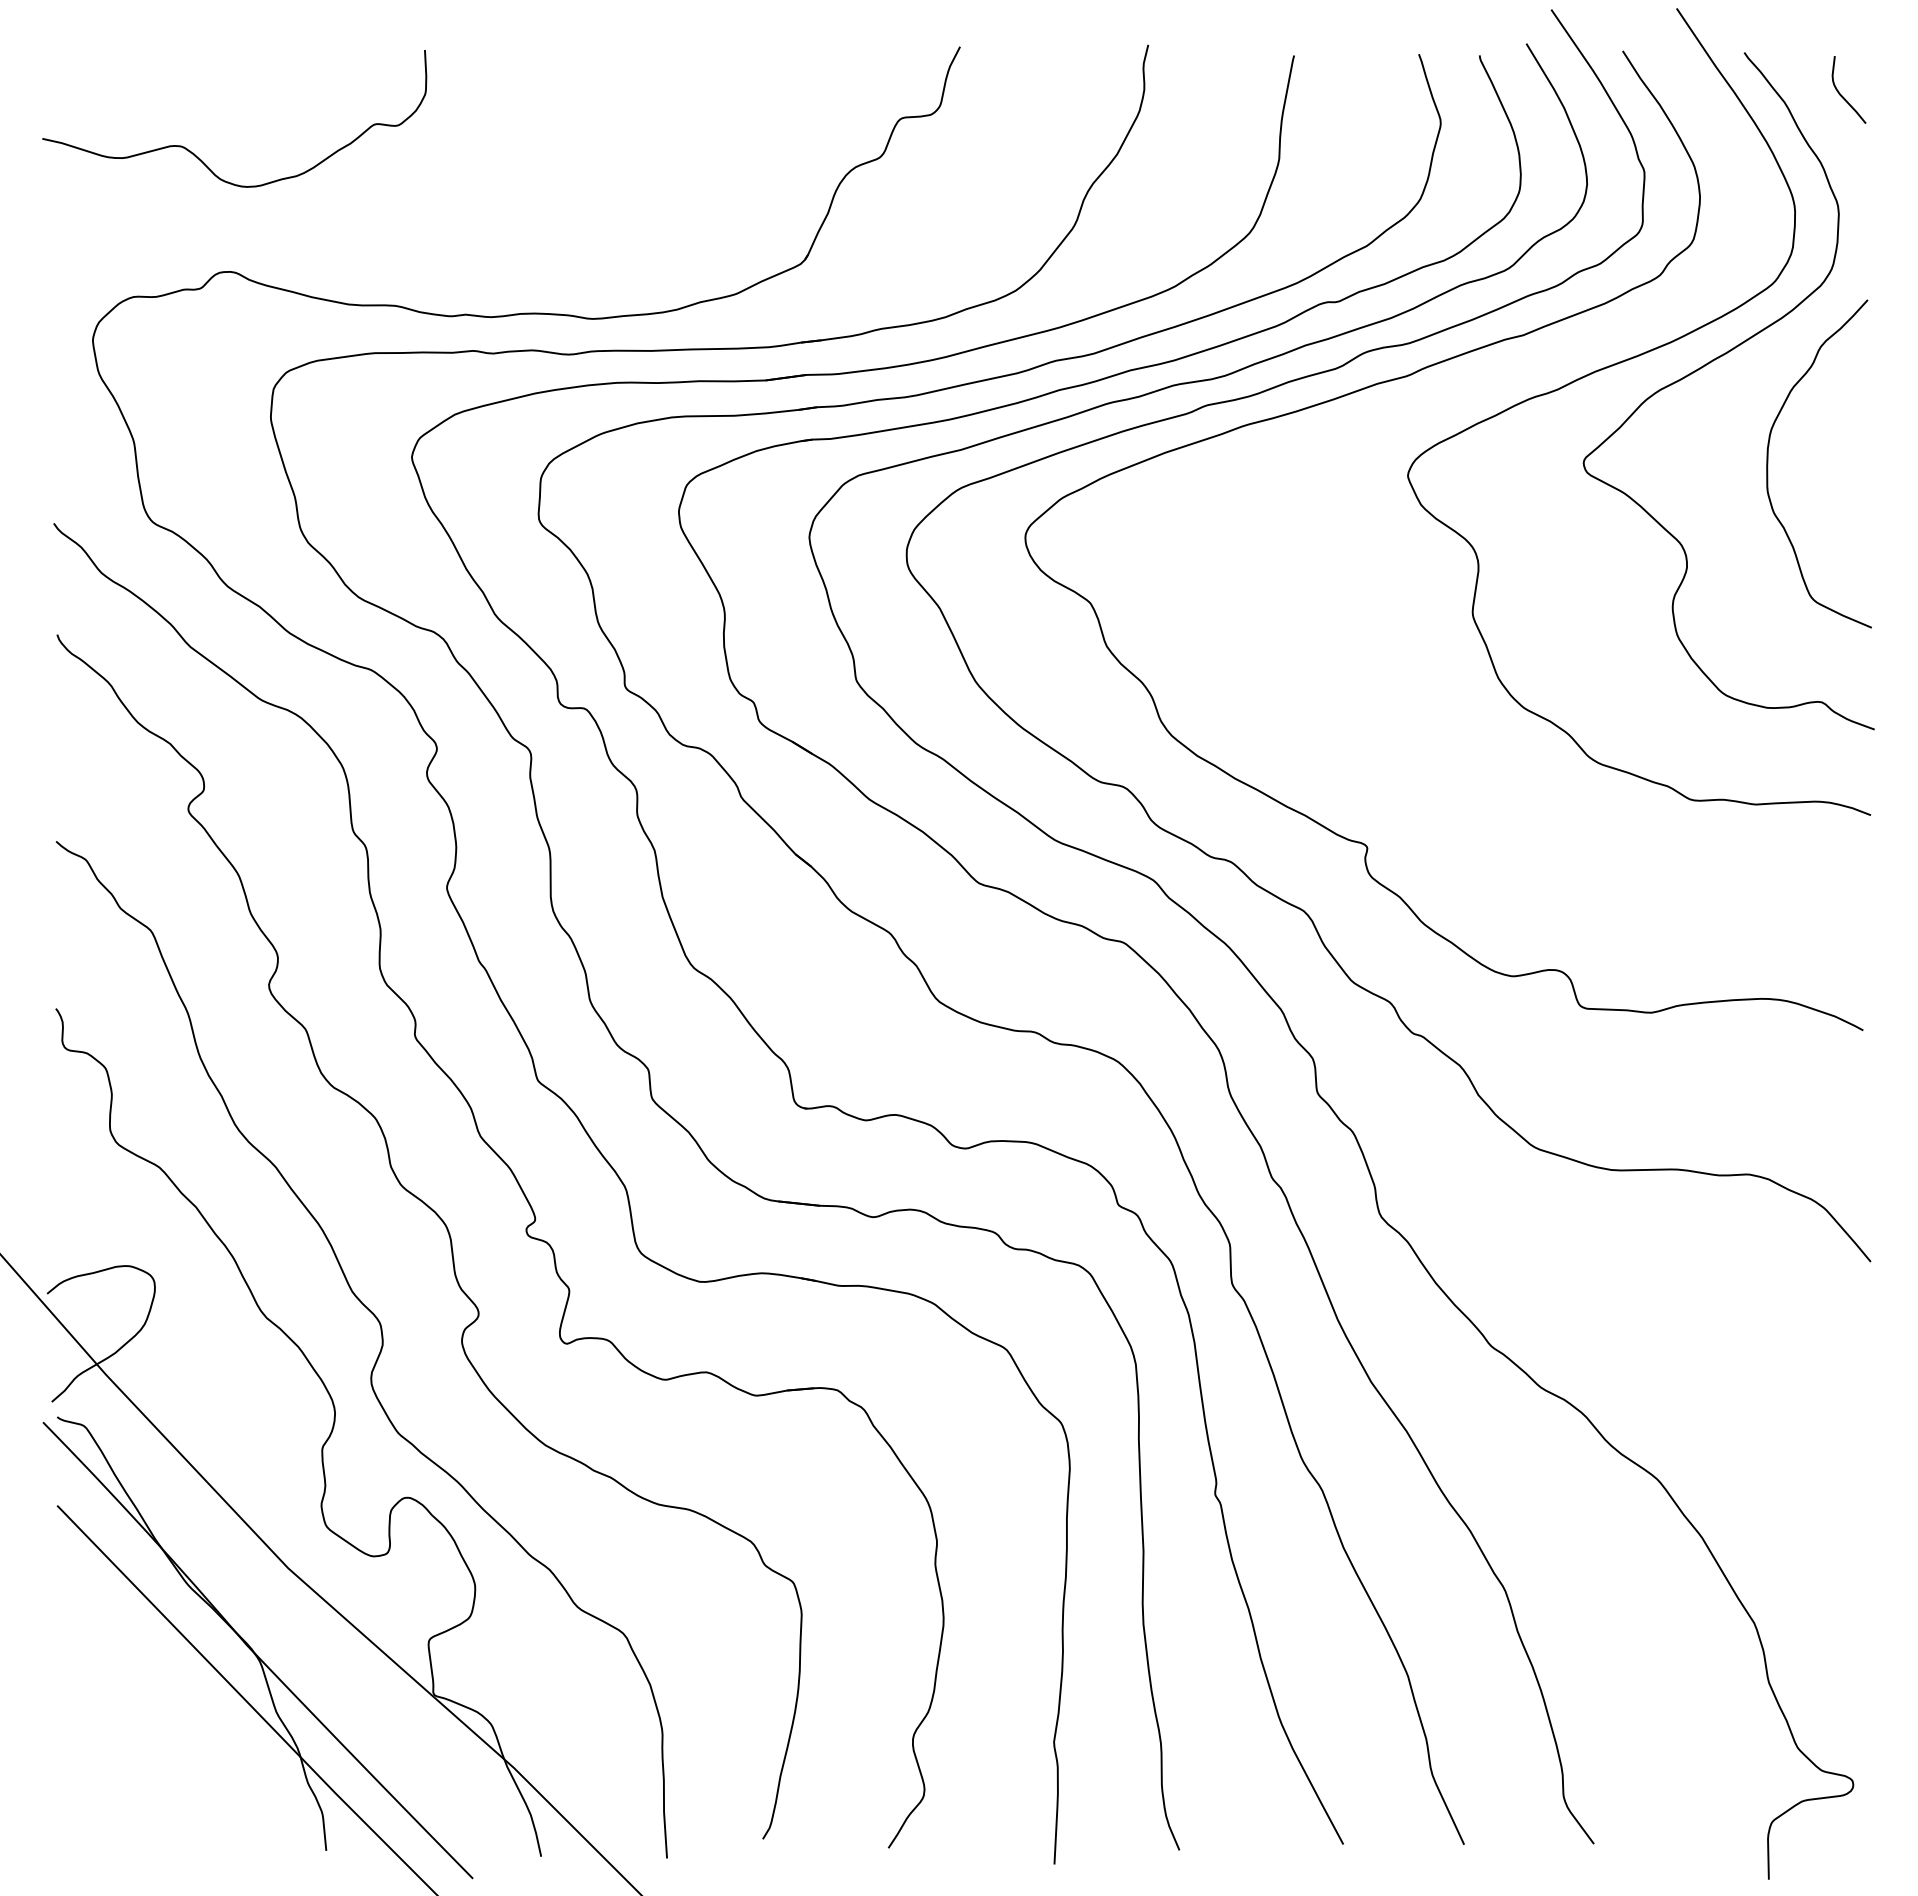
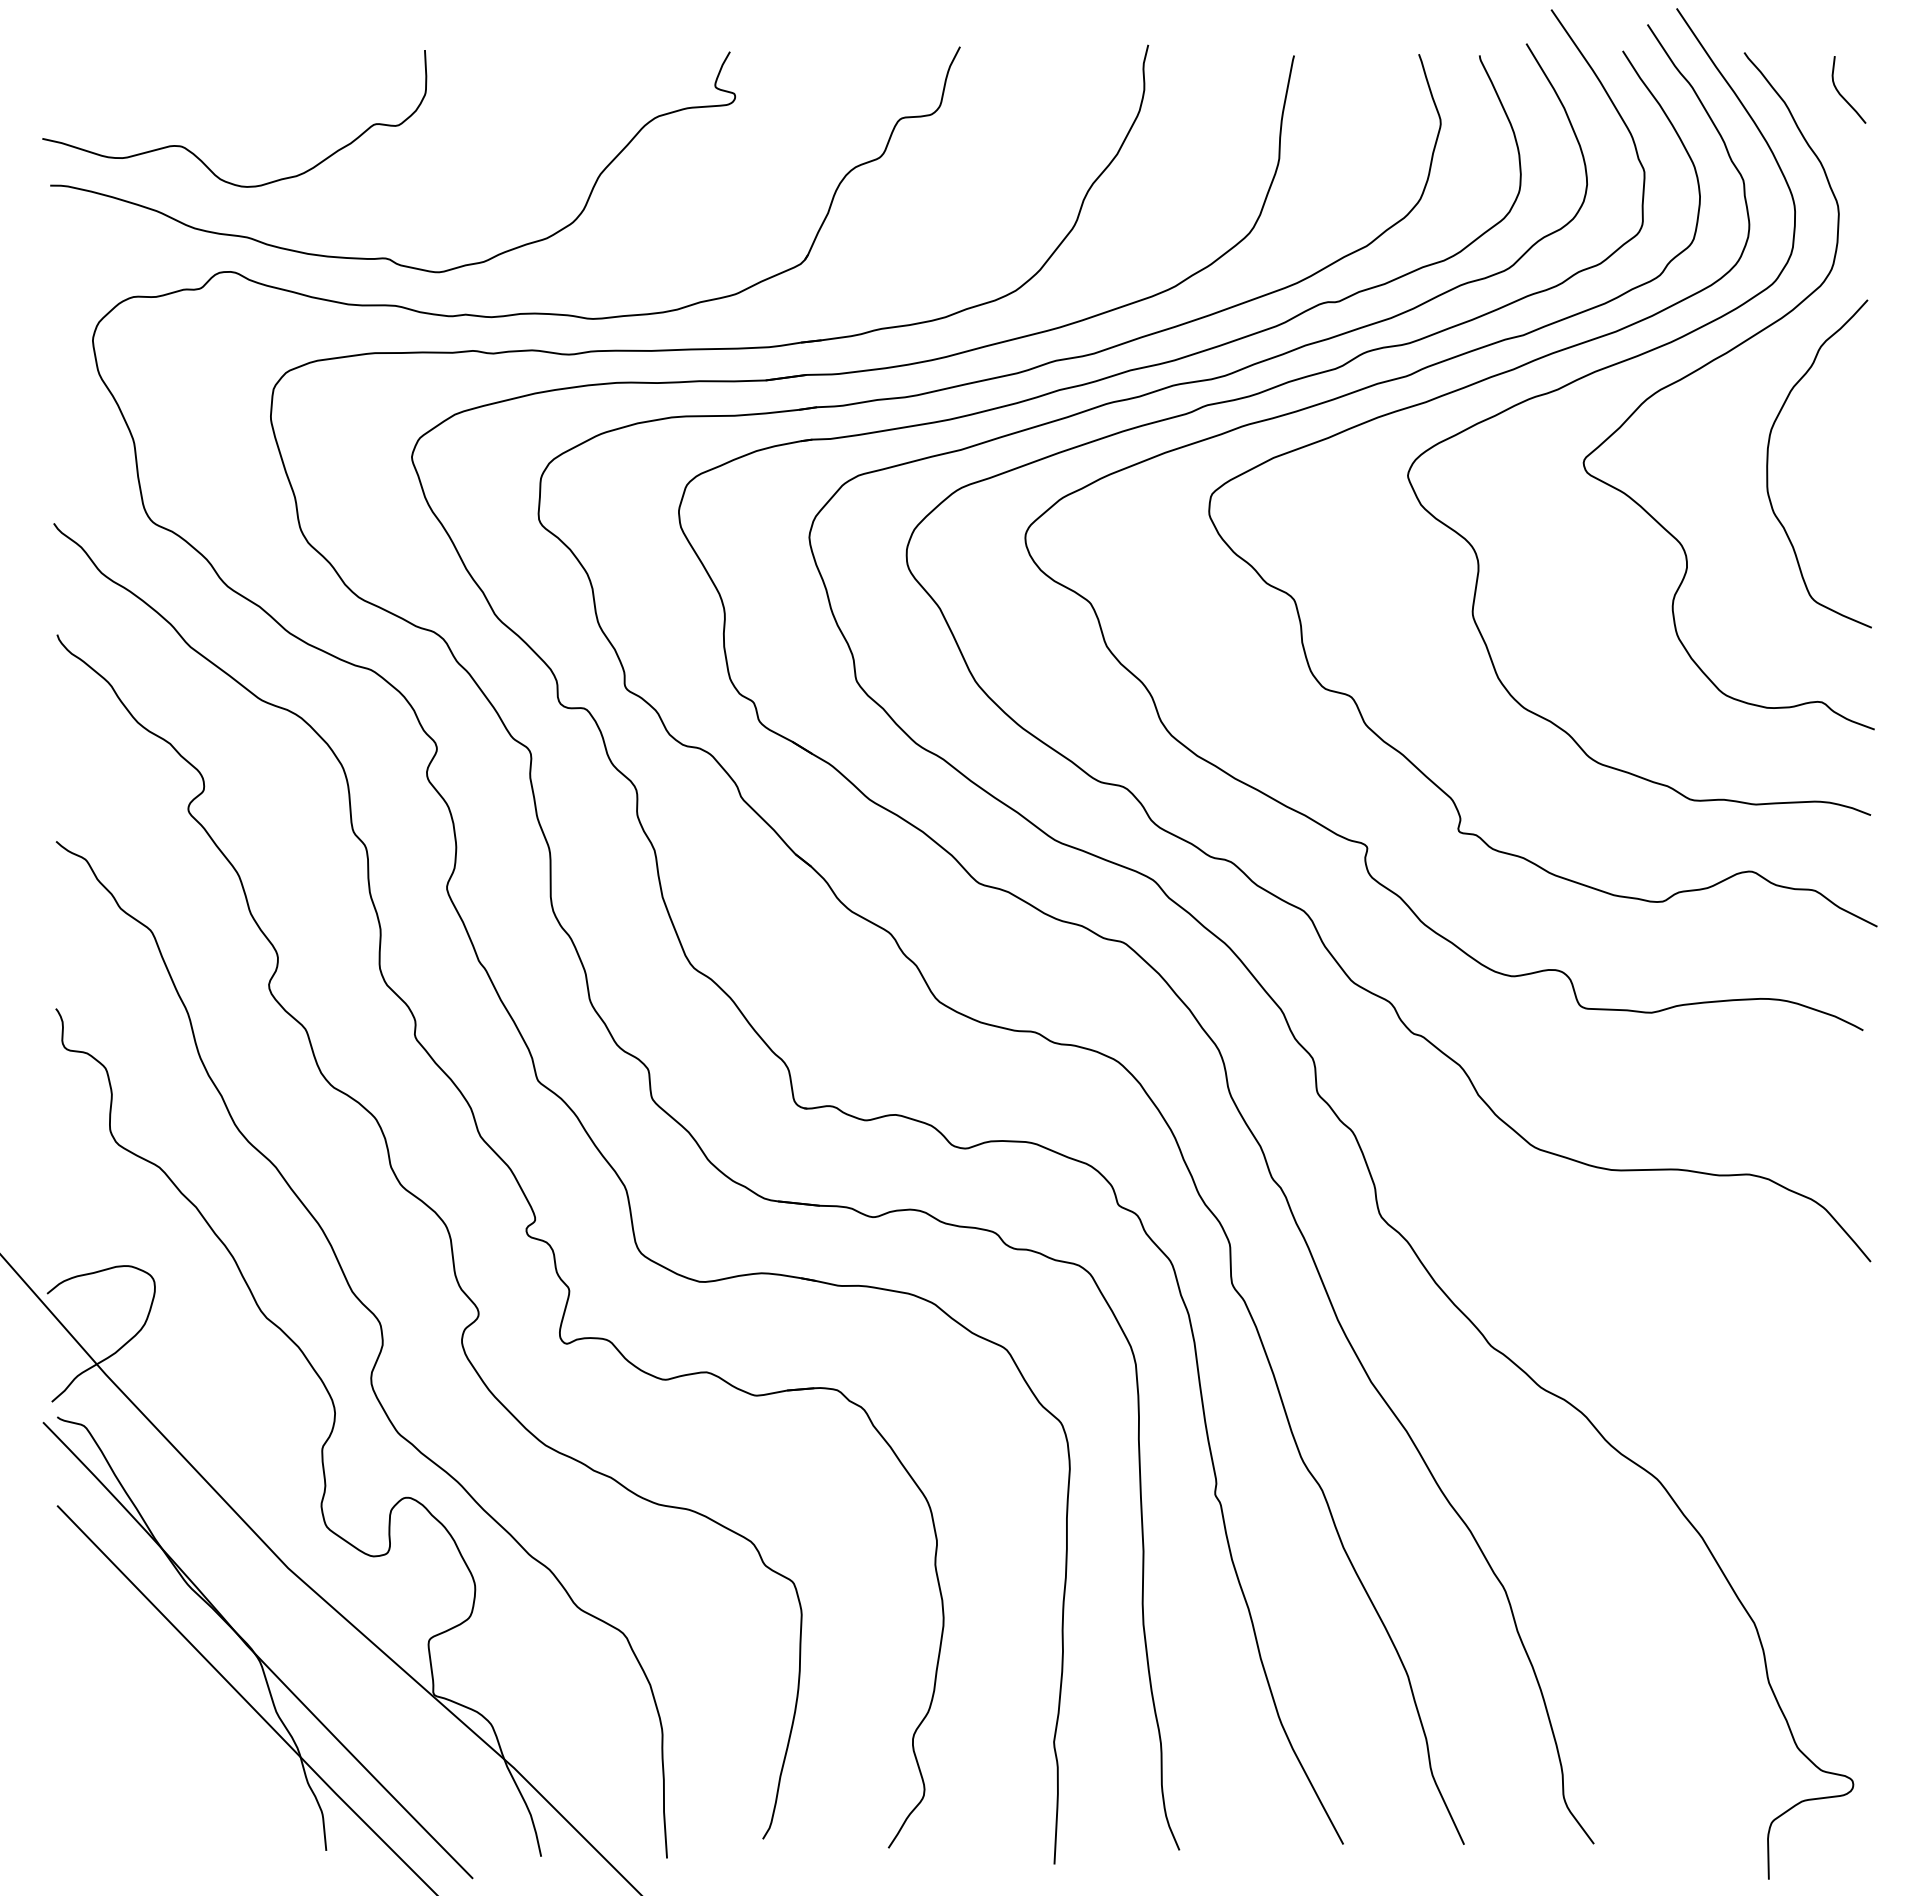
curve at (386, 257): none -> present
curve at (1508, 372): none -> present
